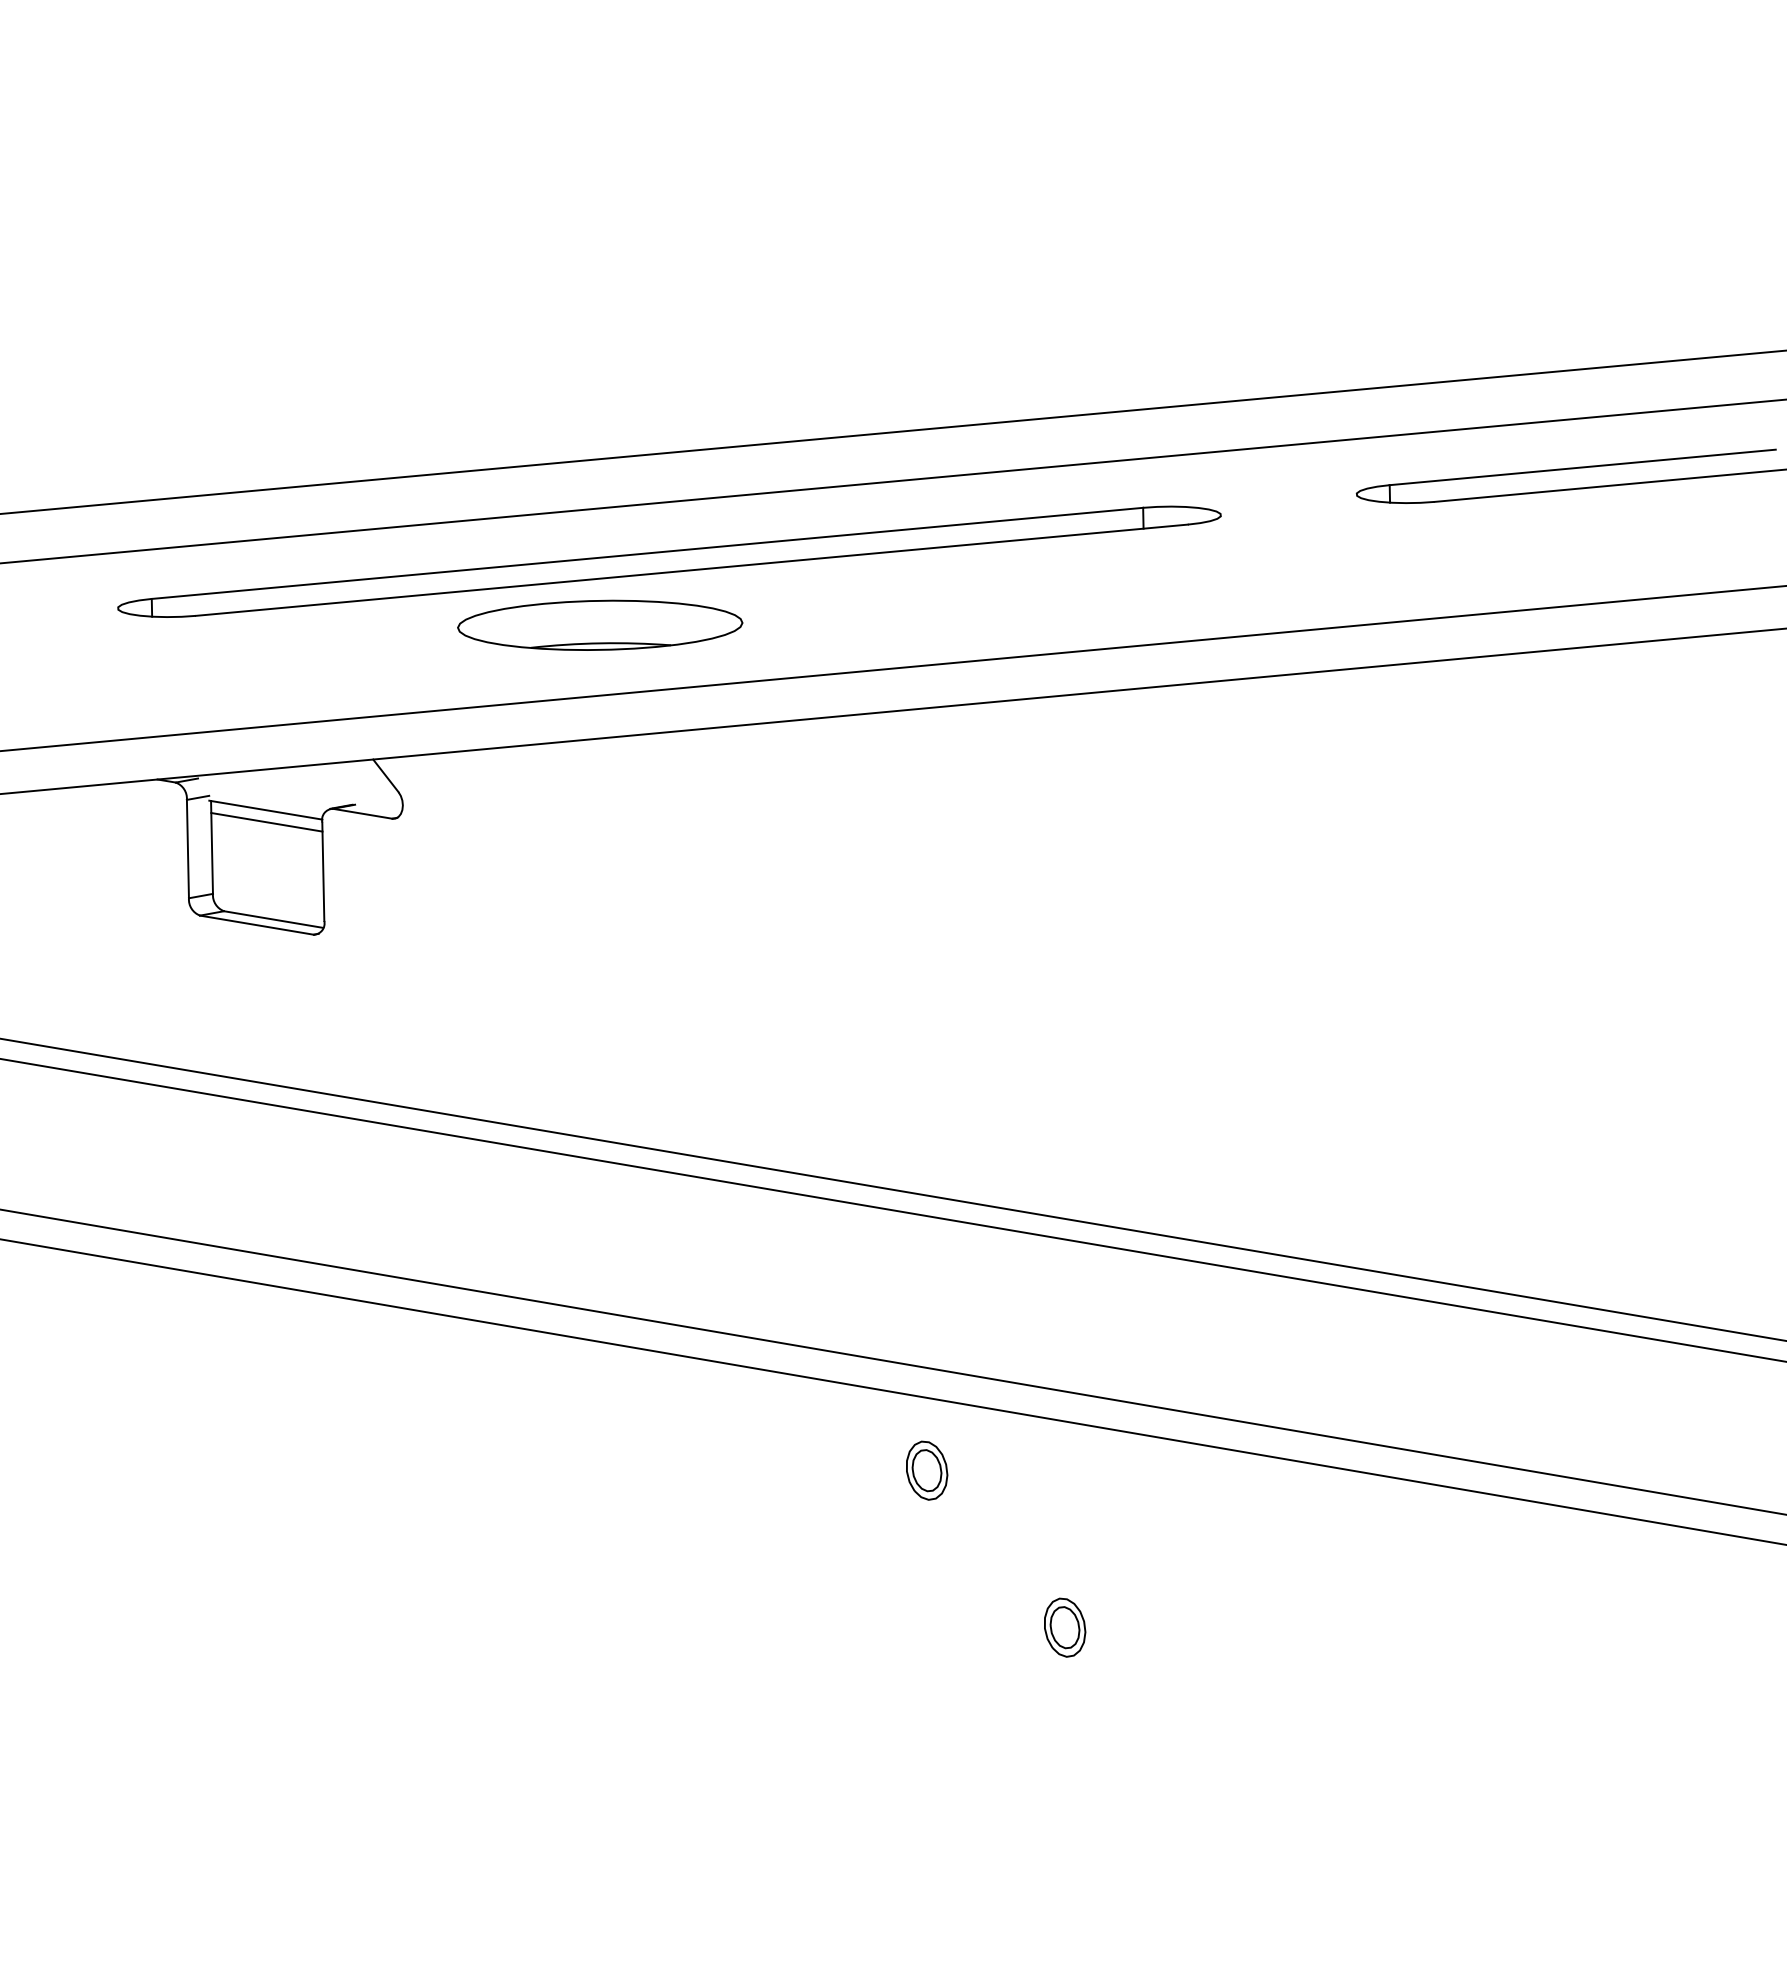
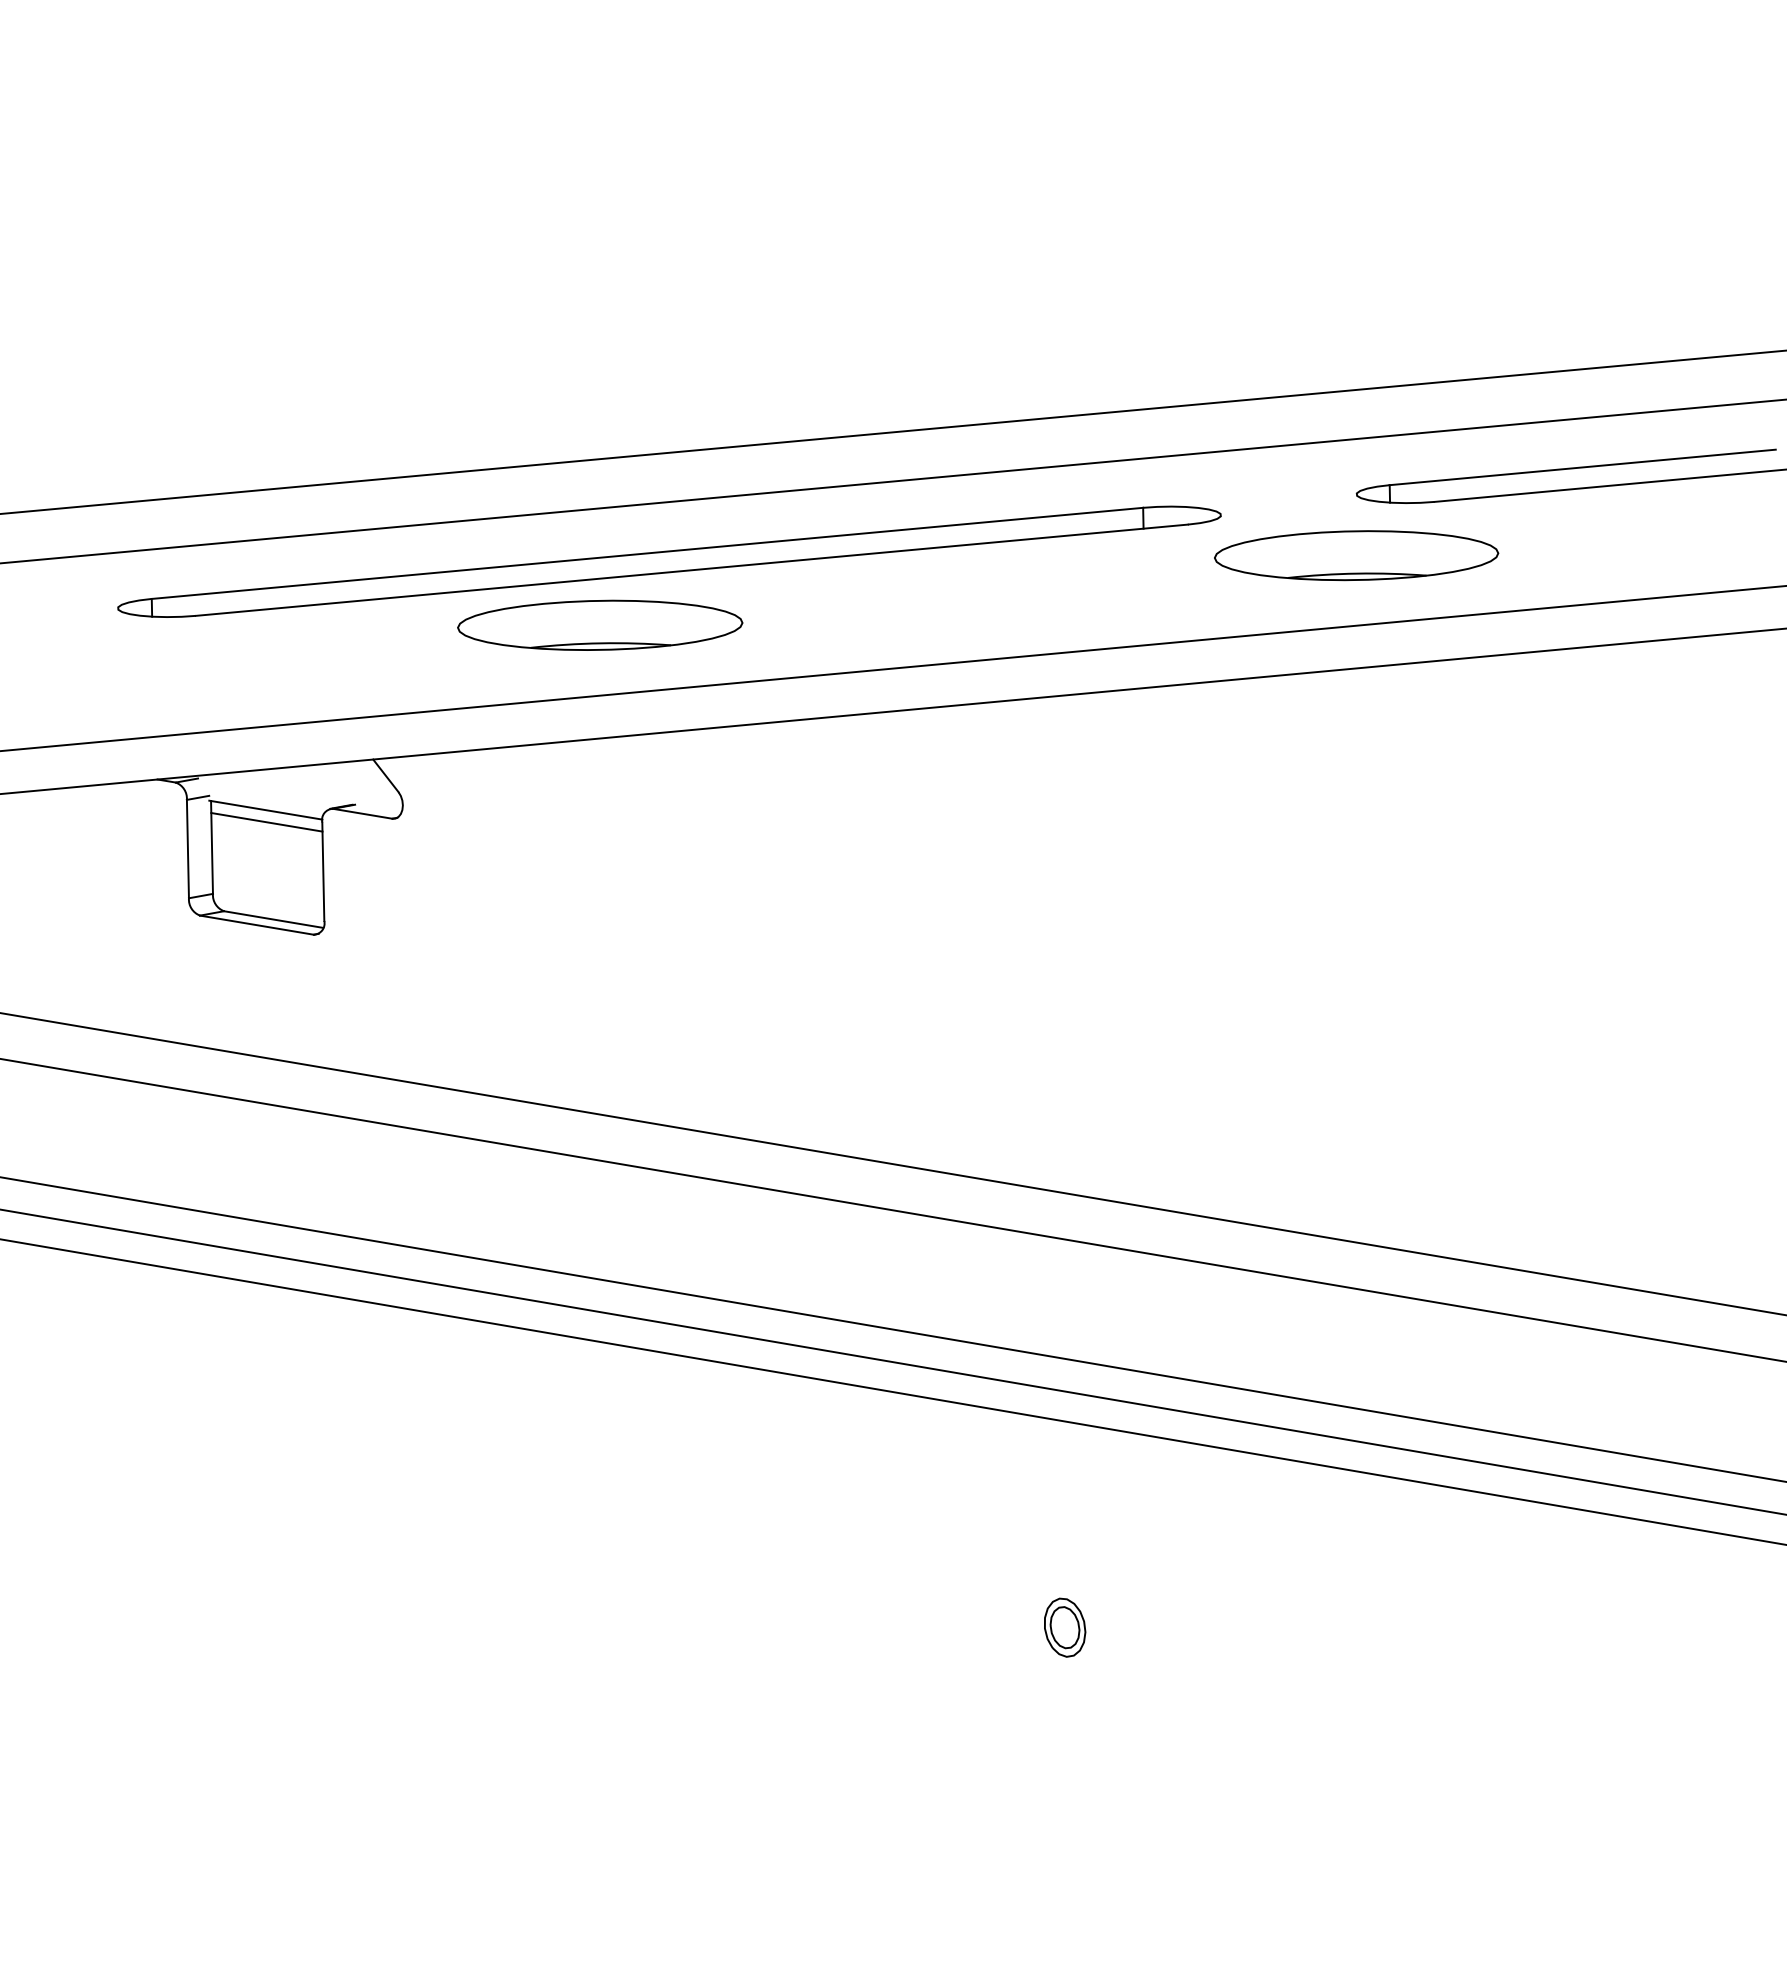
part at (1356, 555): none -> present
line at (892, 1189) position: (892, 1189) -> (892, 1163)
line at (892, 1329): none -> present
part at (927, 1470): present -> none
